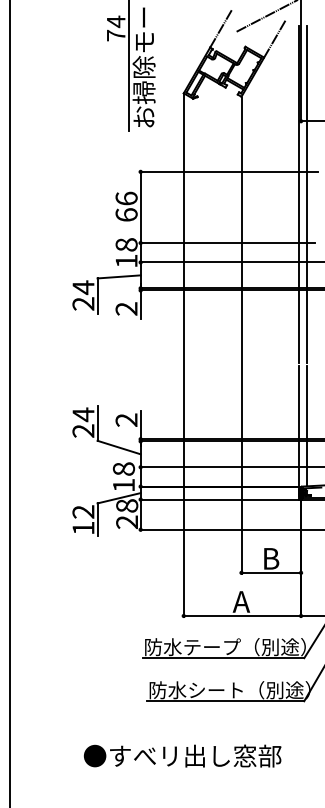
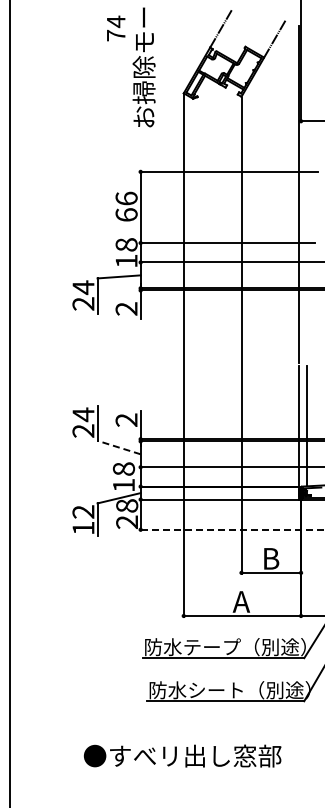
line at (264, 16): present -> none
line at (128, 66): present -> none
line at (306, 194): present -> none
line at (119, 447): solid -> dashed
line at (231, 529): solid -> dashed
